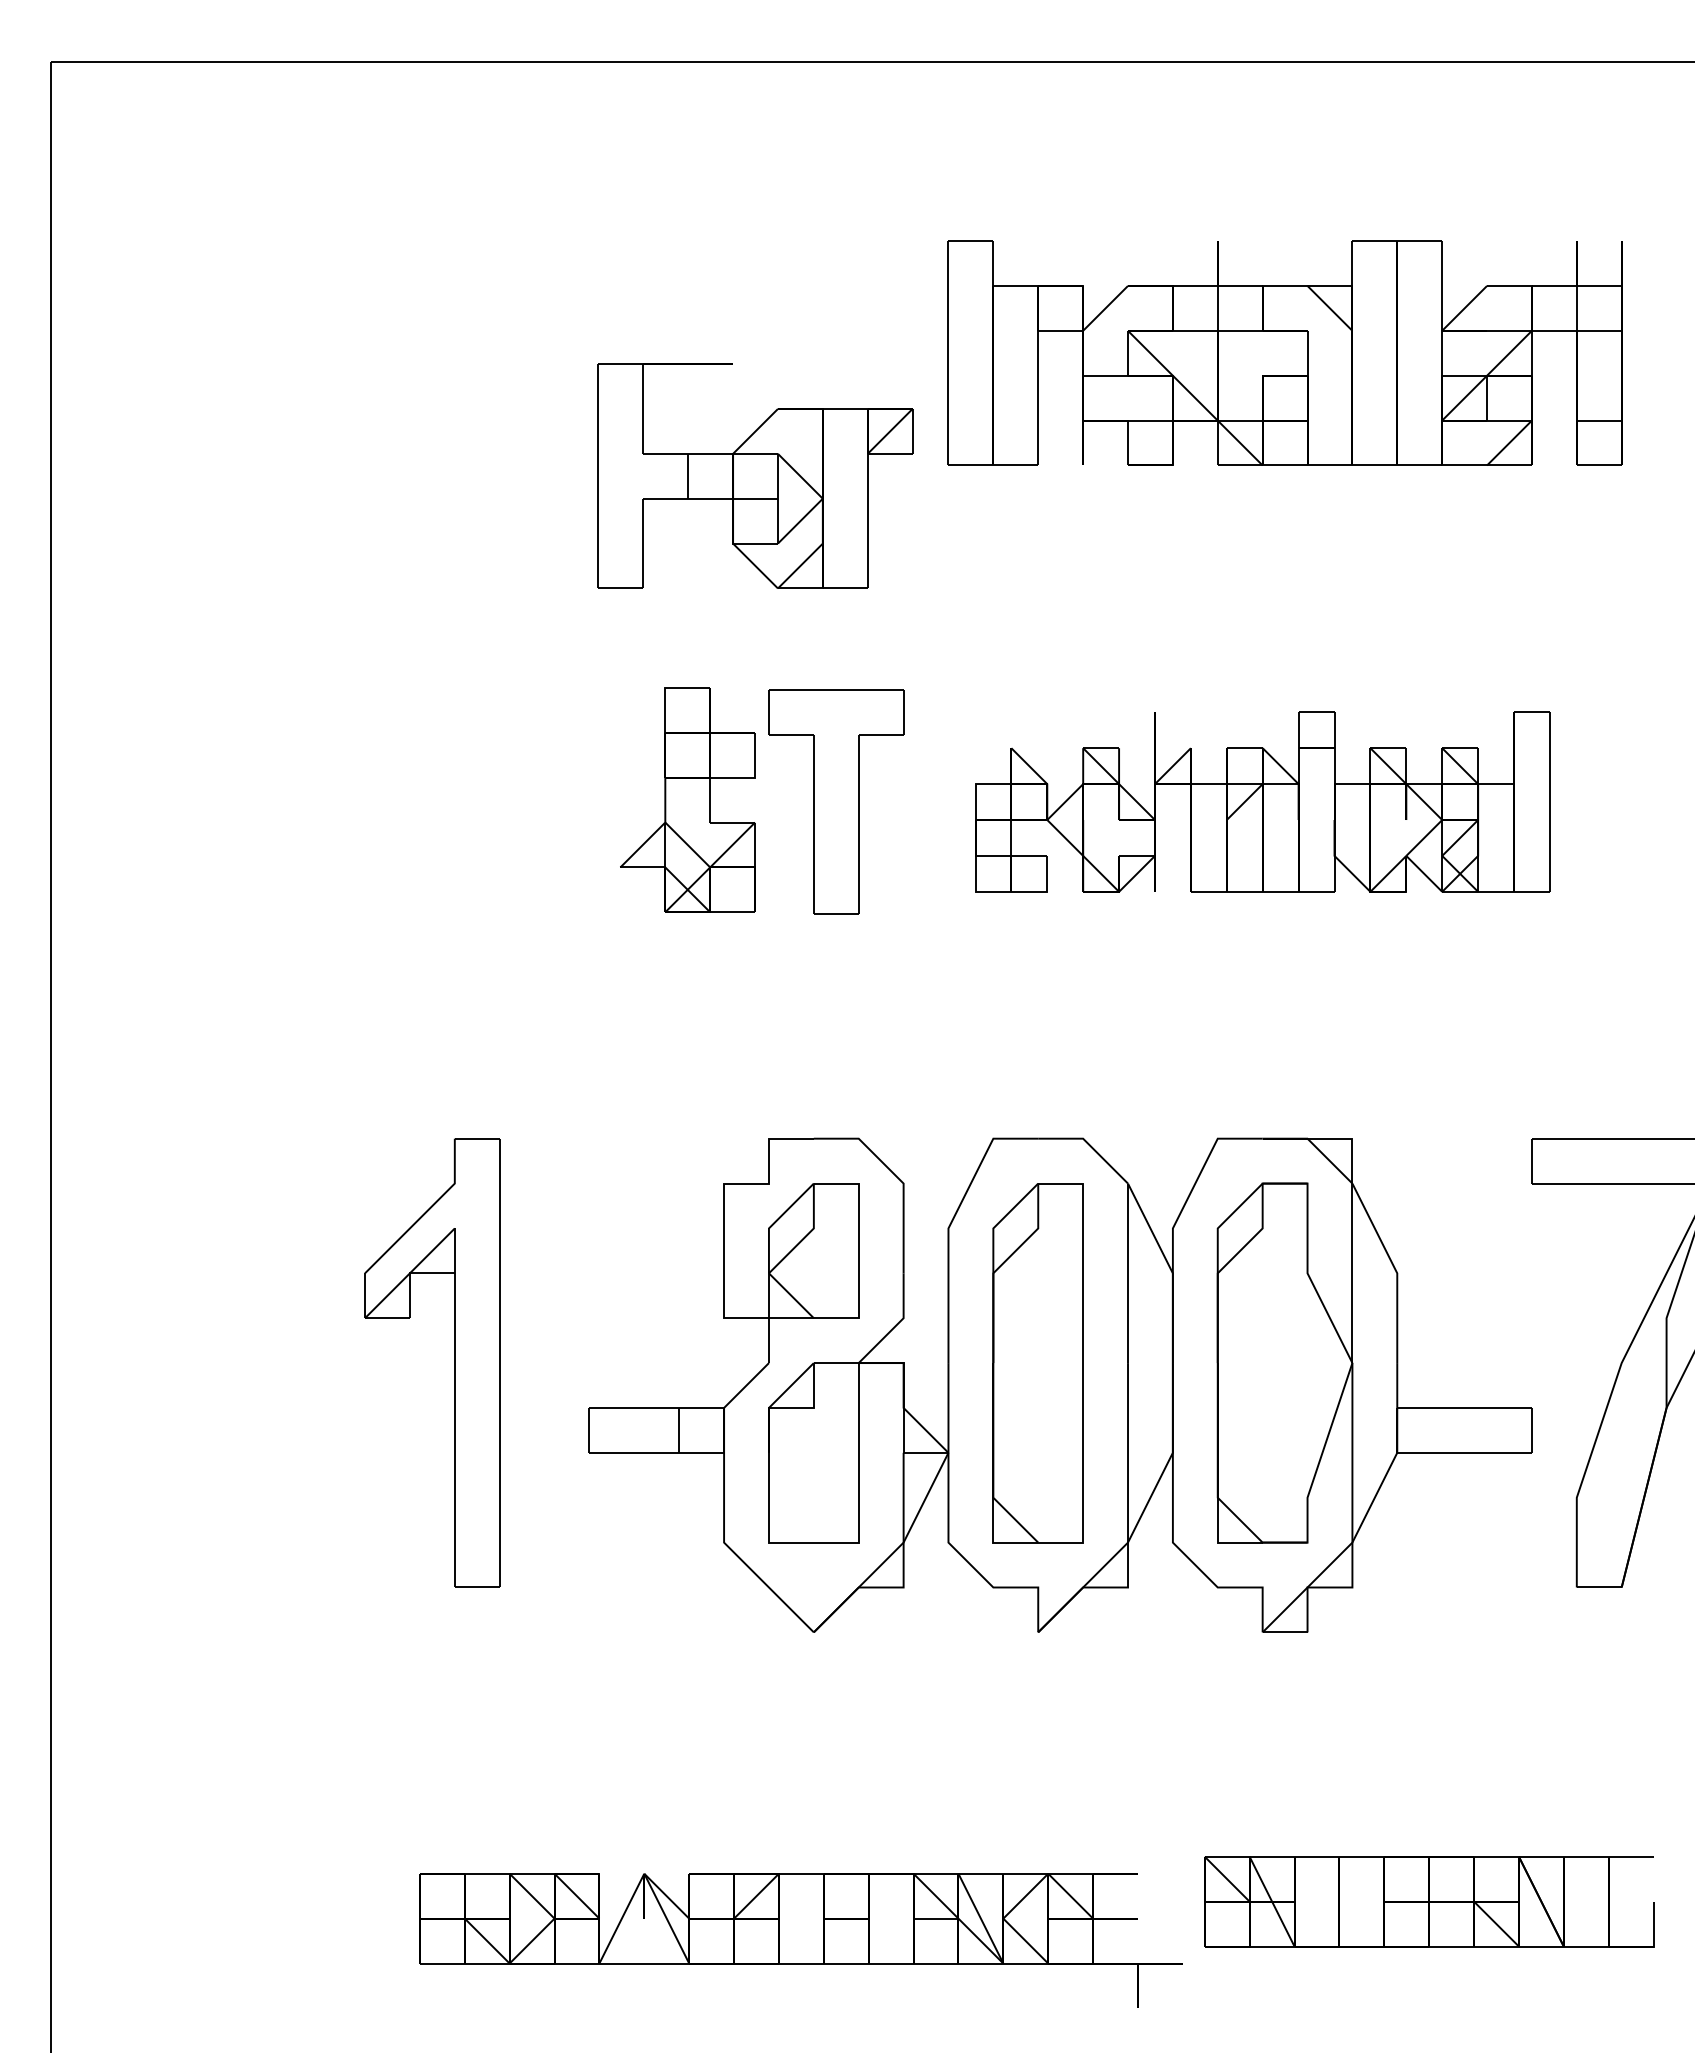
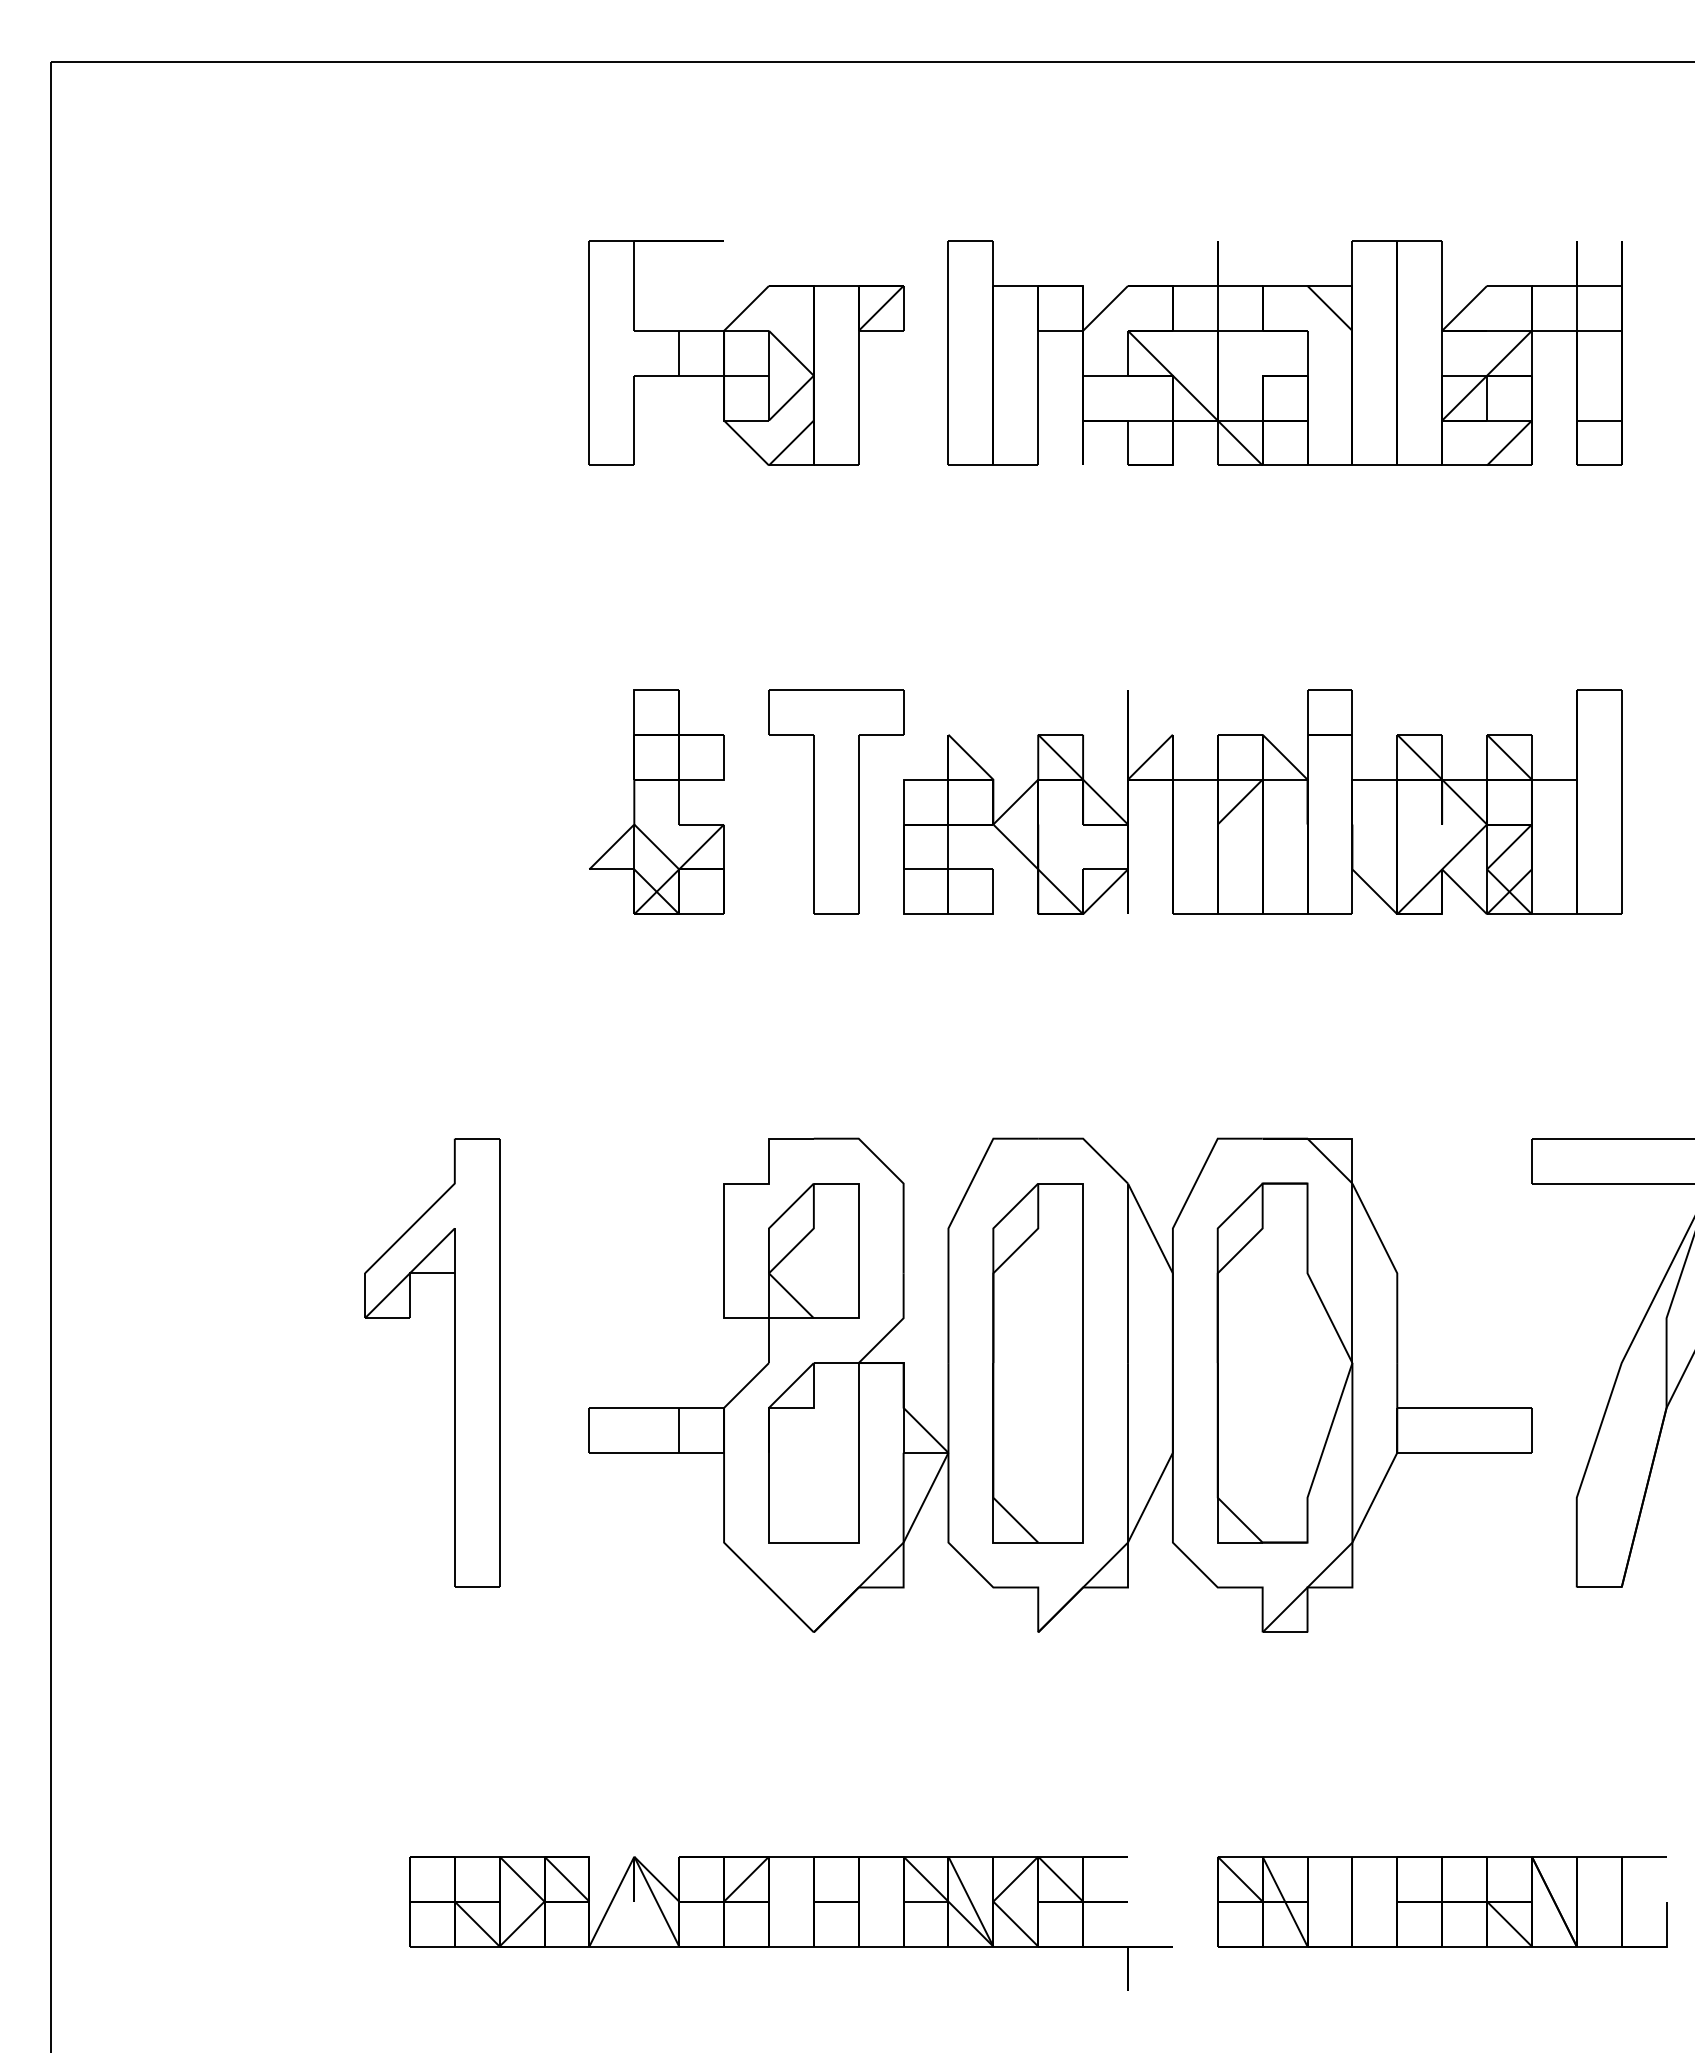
part at (755, 475) position: (755, 475) -> (746, 352)
part at (687, 799) position: (687, 799) -> (656, 801)
part at (1262, 801) size: 576x182 px -> 720x226 px
part at (1429, 1901) position: (1429, 1901) -> (1442, 1901)
part at (800, 1940) position: (800, 1940) -> (790, 1923)
